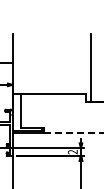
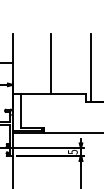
line at (51, 63): none -> present
line at (73, 132): dashed -> solid
text at (72, 151): 2 -> 5
